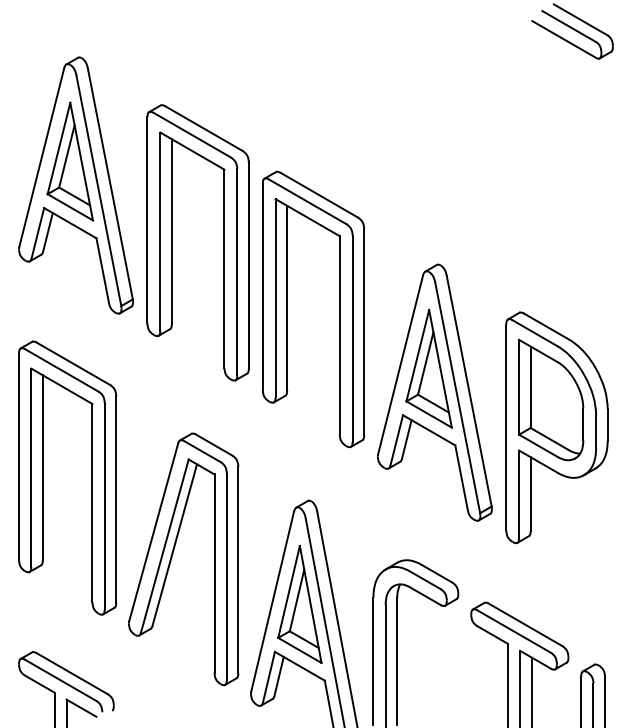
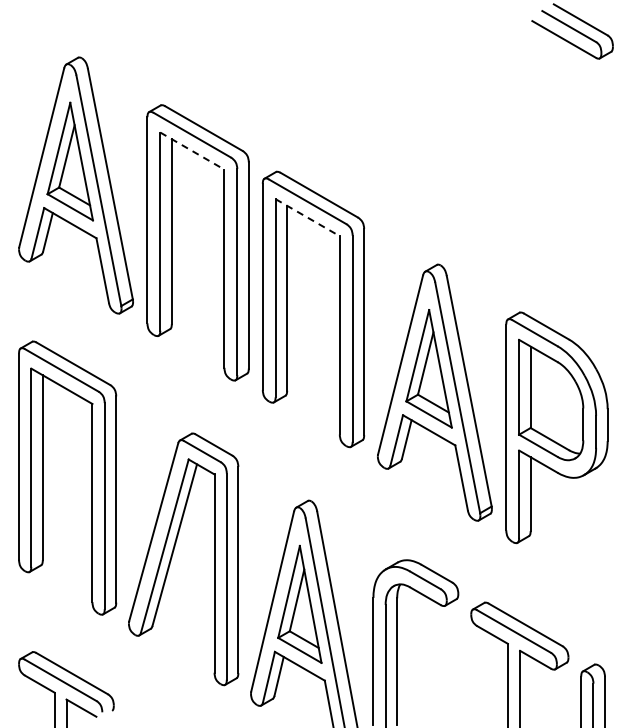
line at (192, 151): solid -> dashed
line at (308, 217): solid -> dashed
line at (531, 690): present -> none
